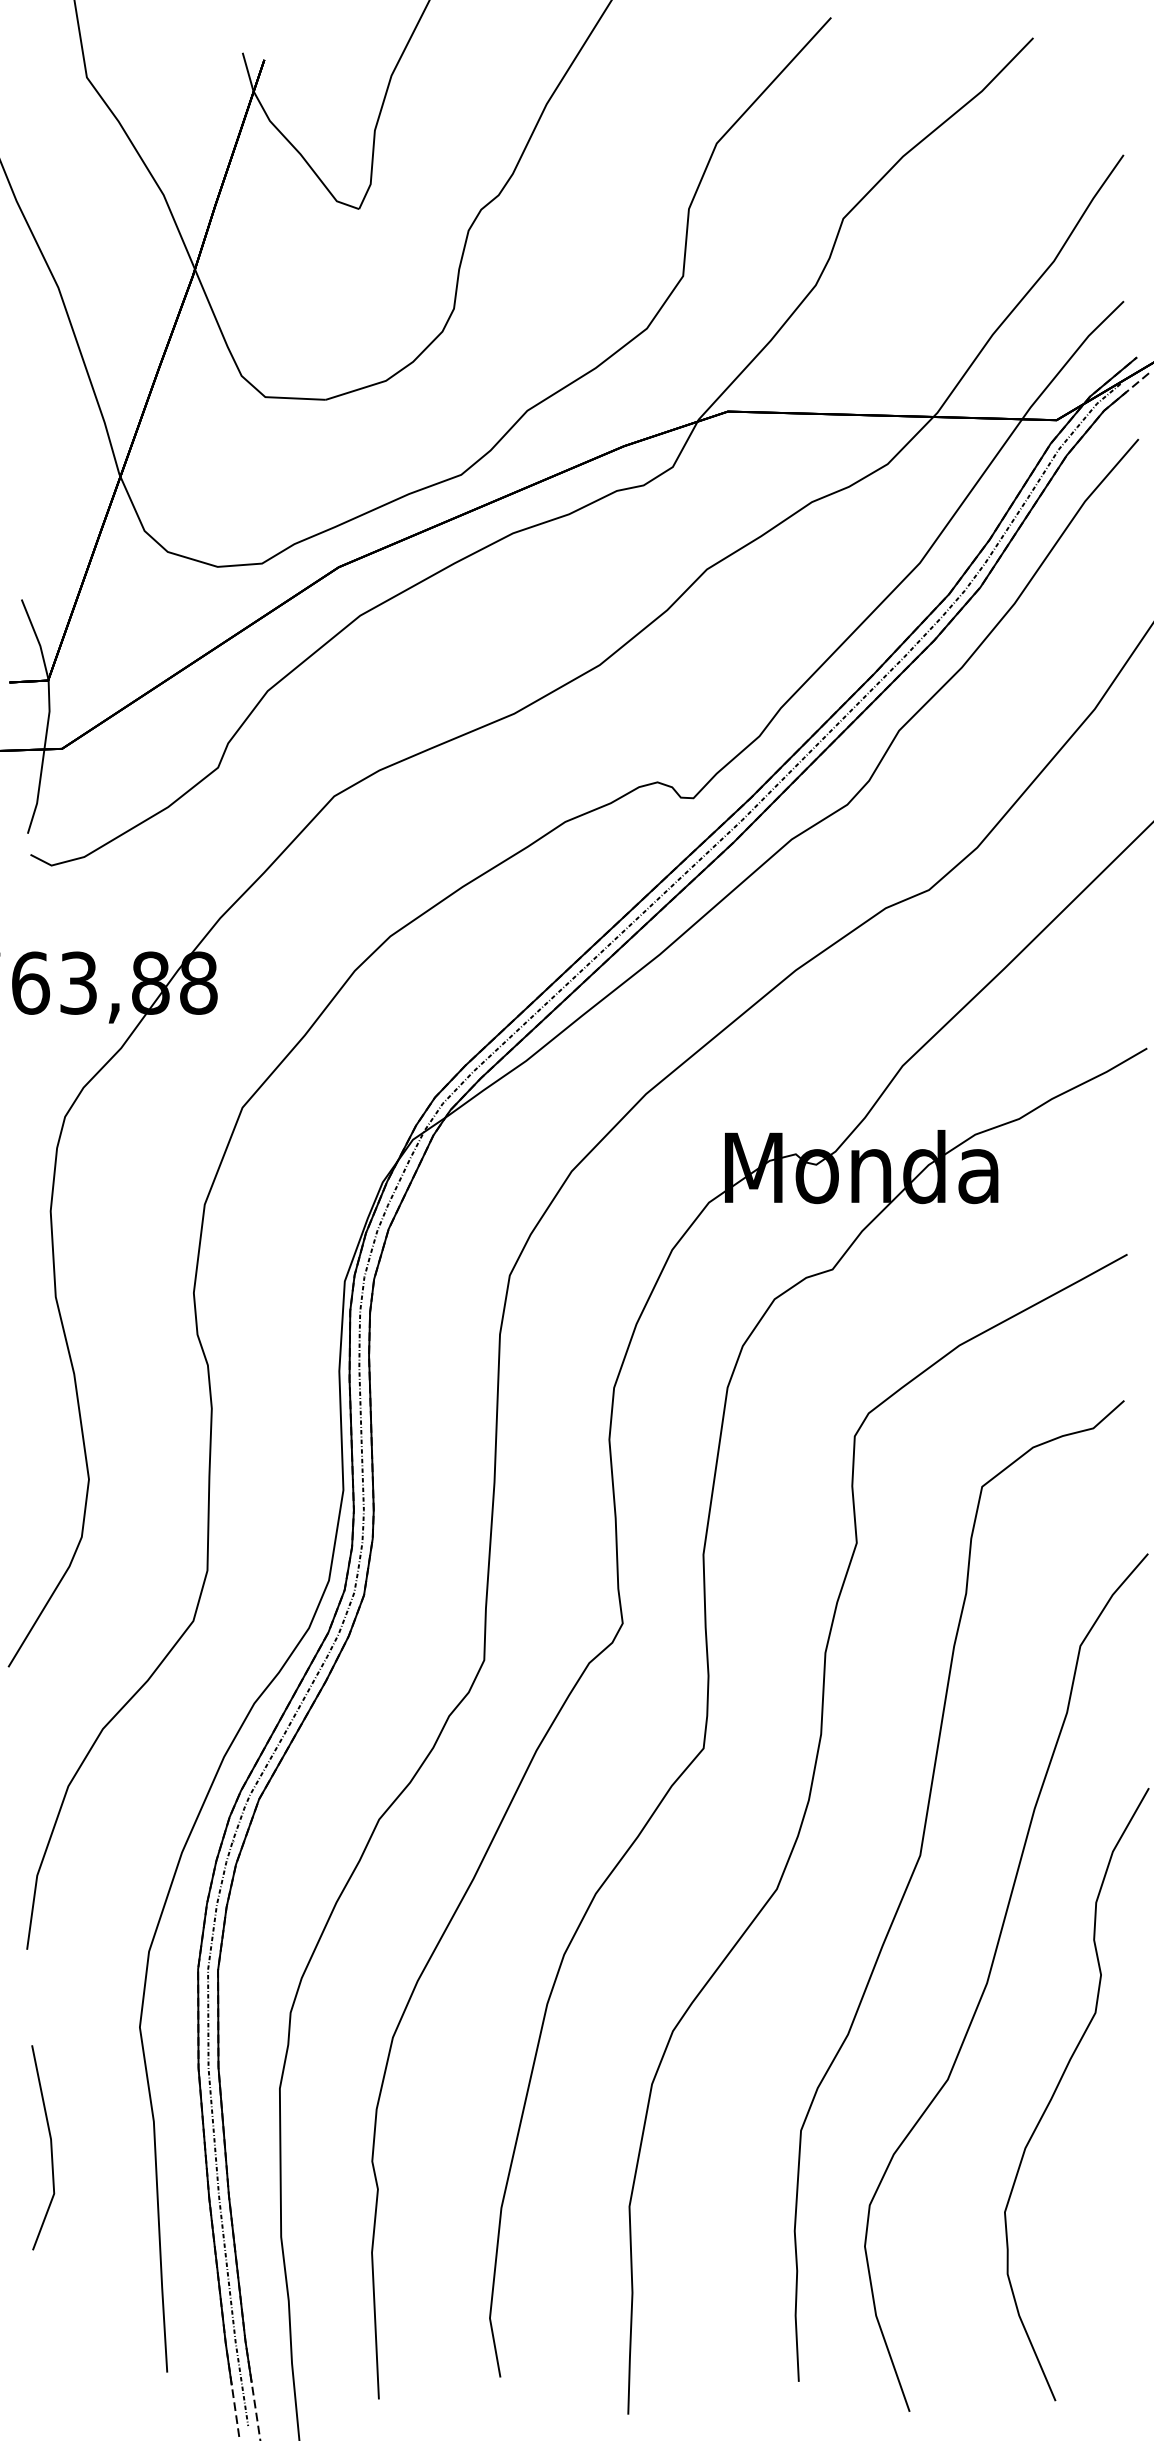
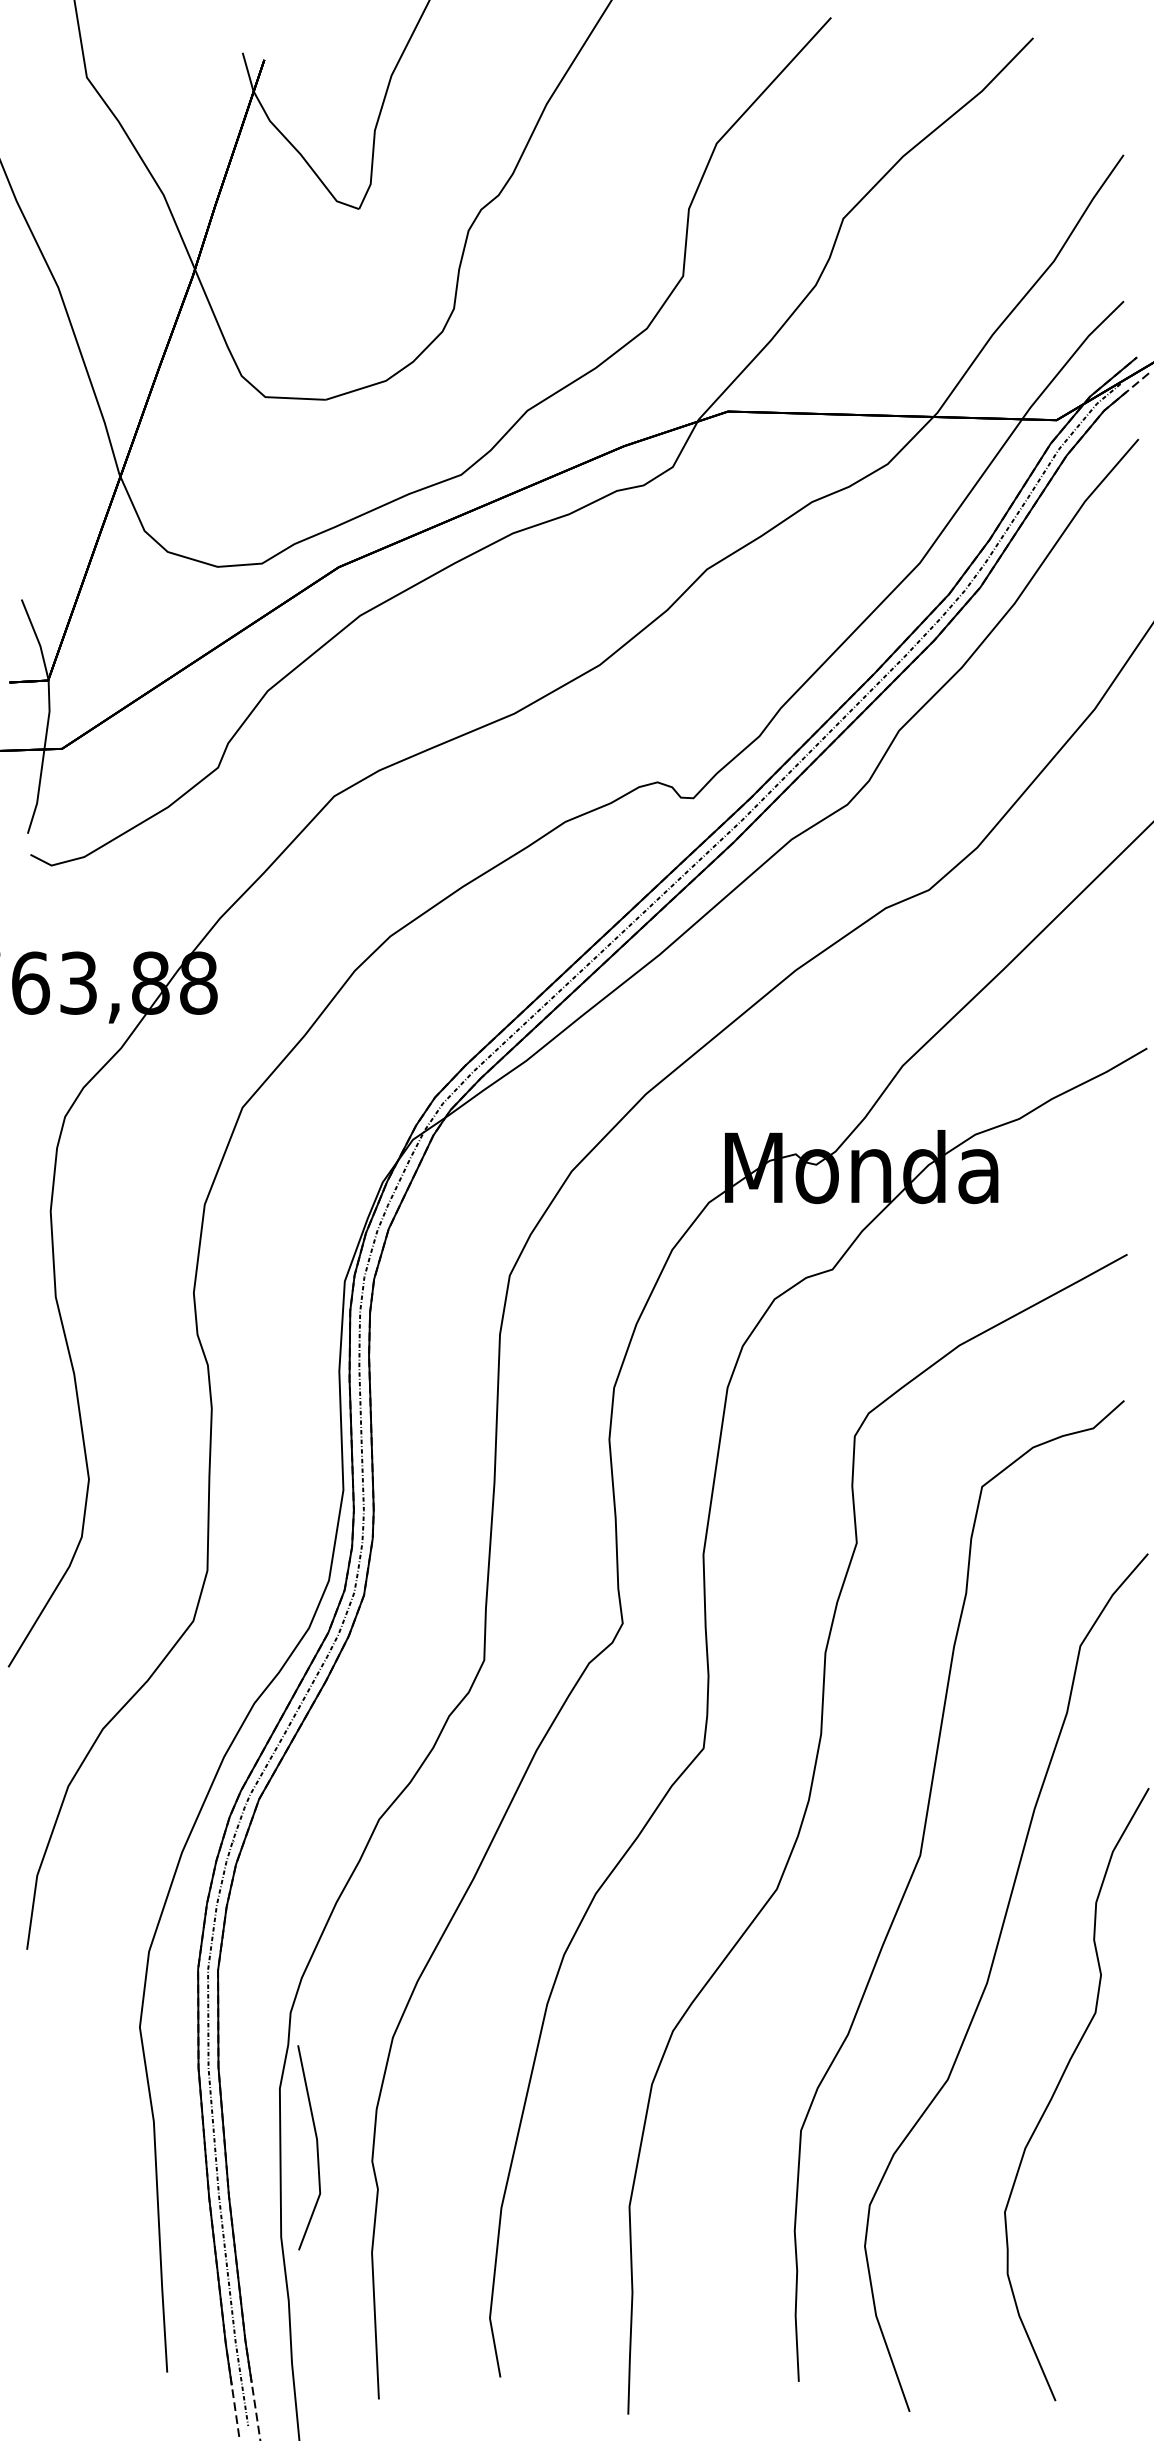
line at (50, 2147) position: (50, 2147) -> (316, 2147)
